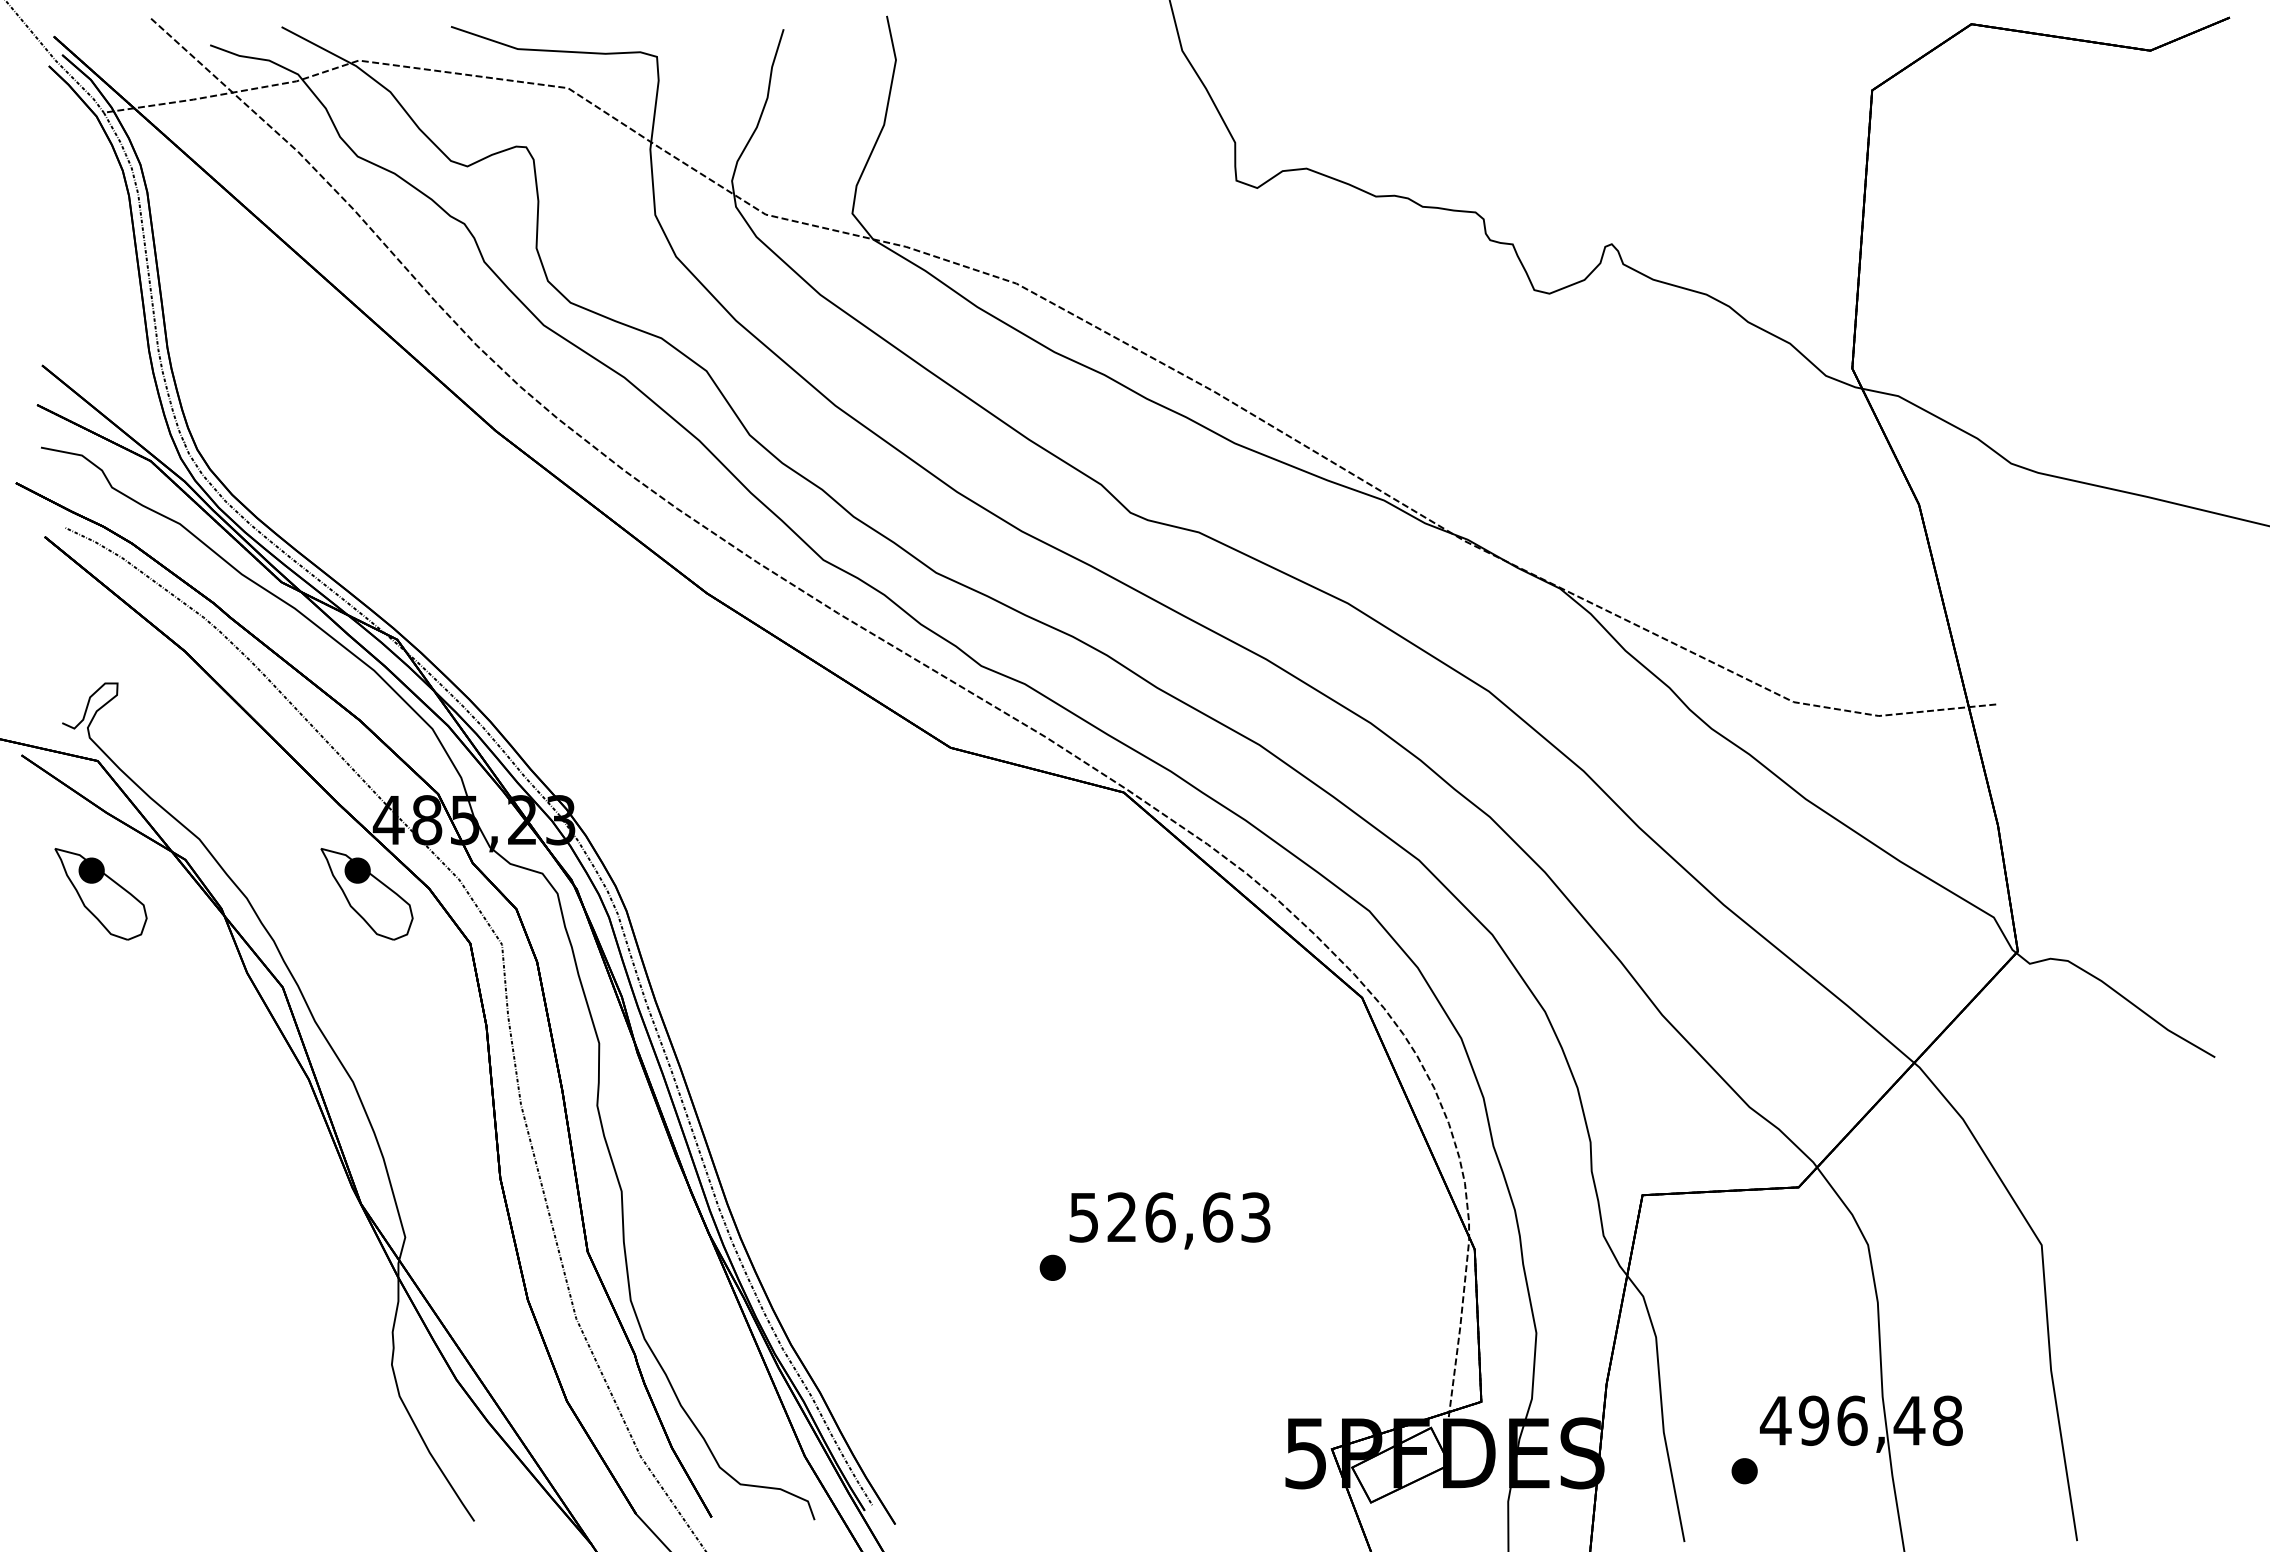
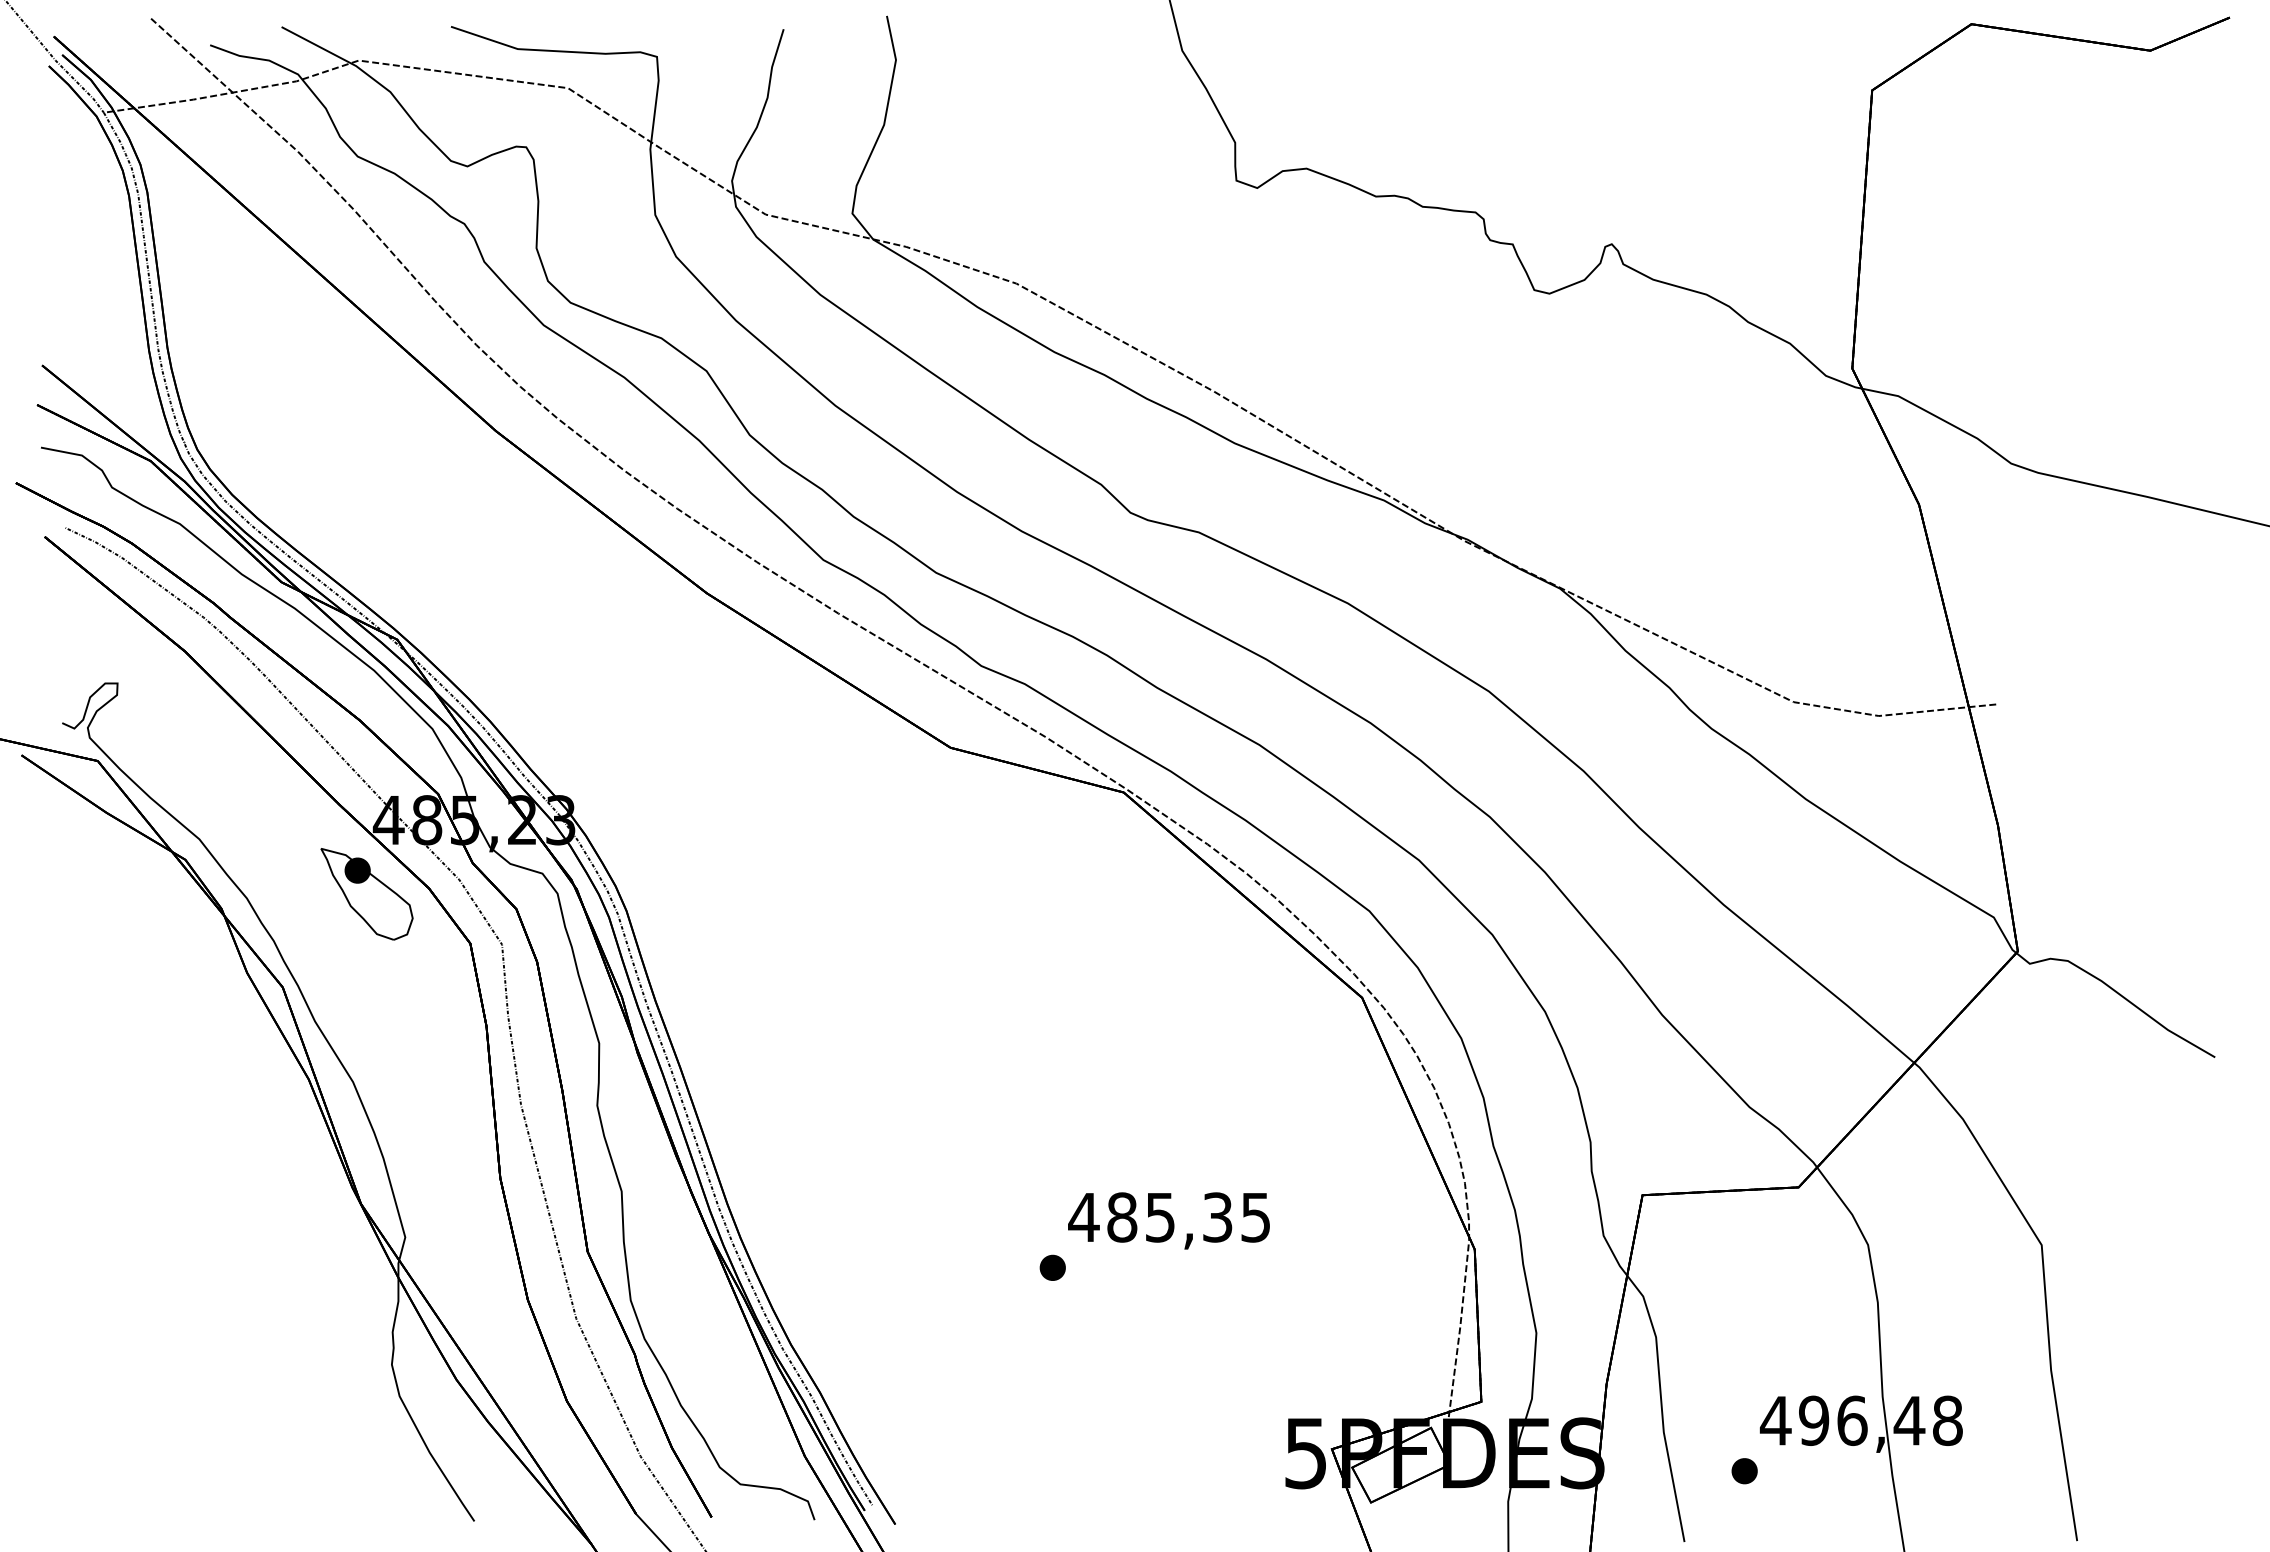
part at (100, 894): present -> none
text at (1169, 1217): 526,63 -> 485,35
